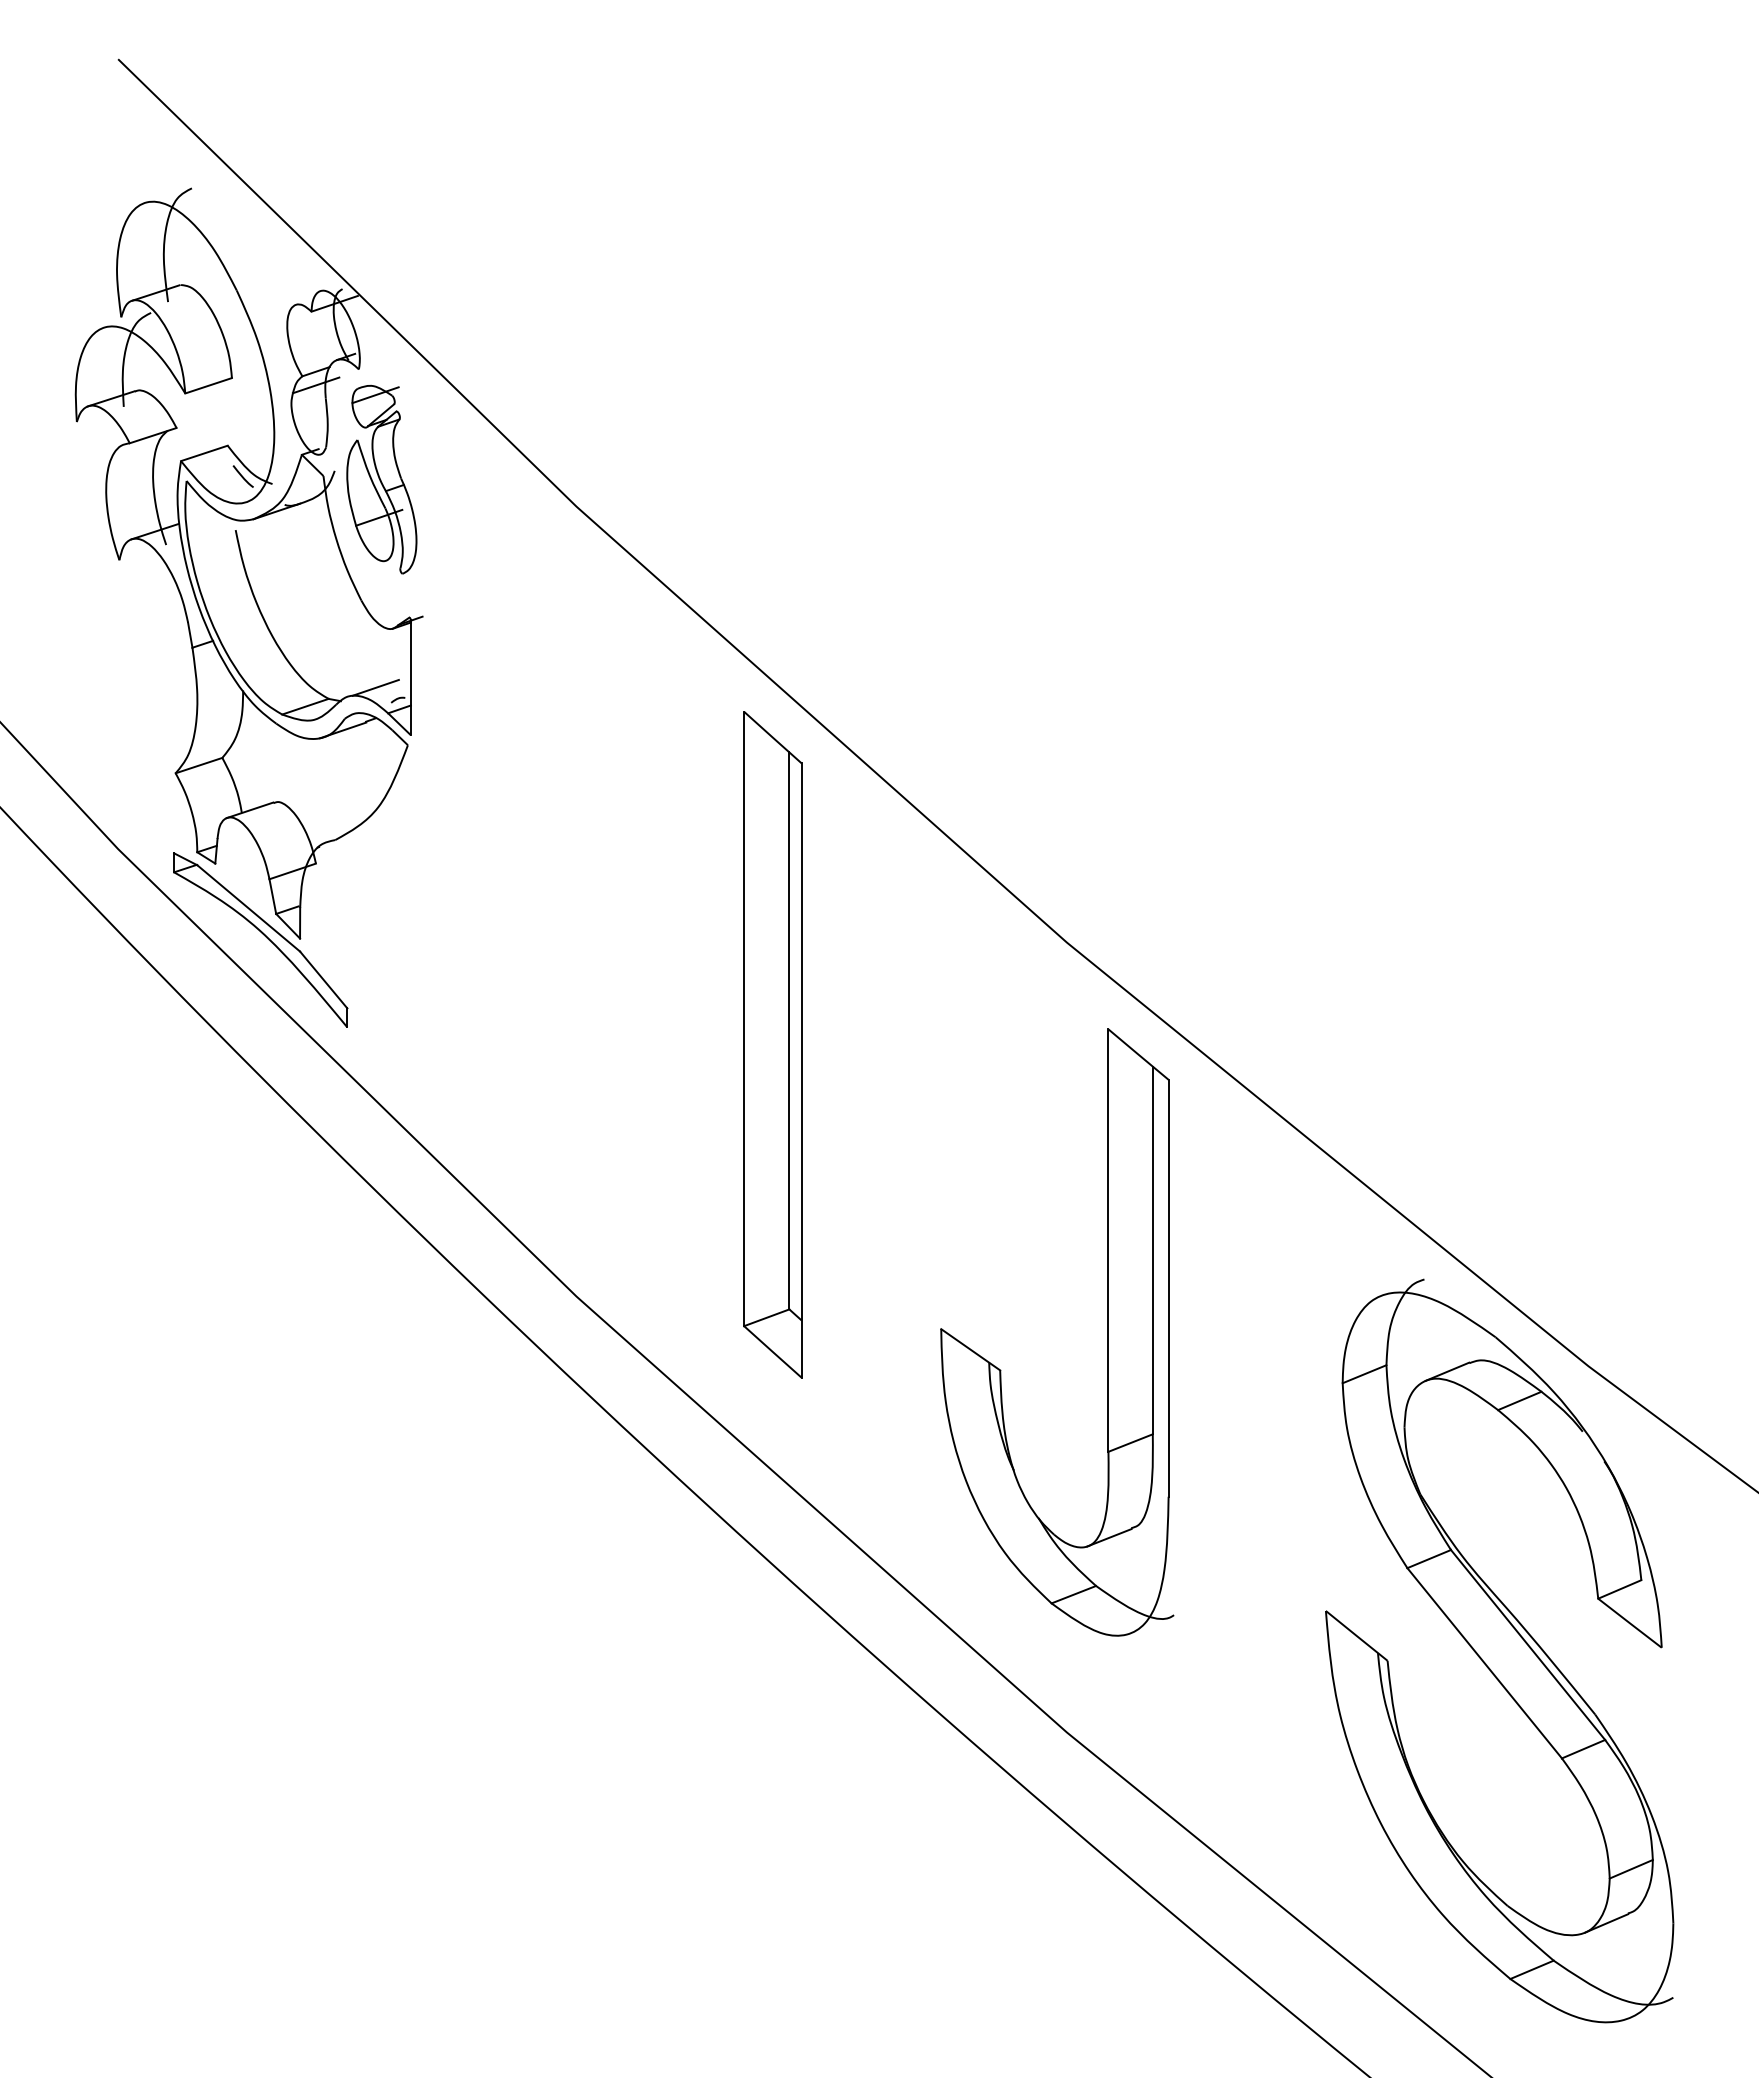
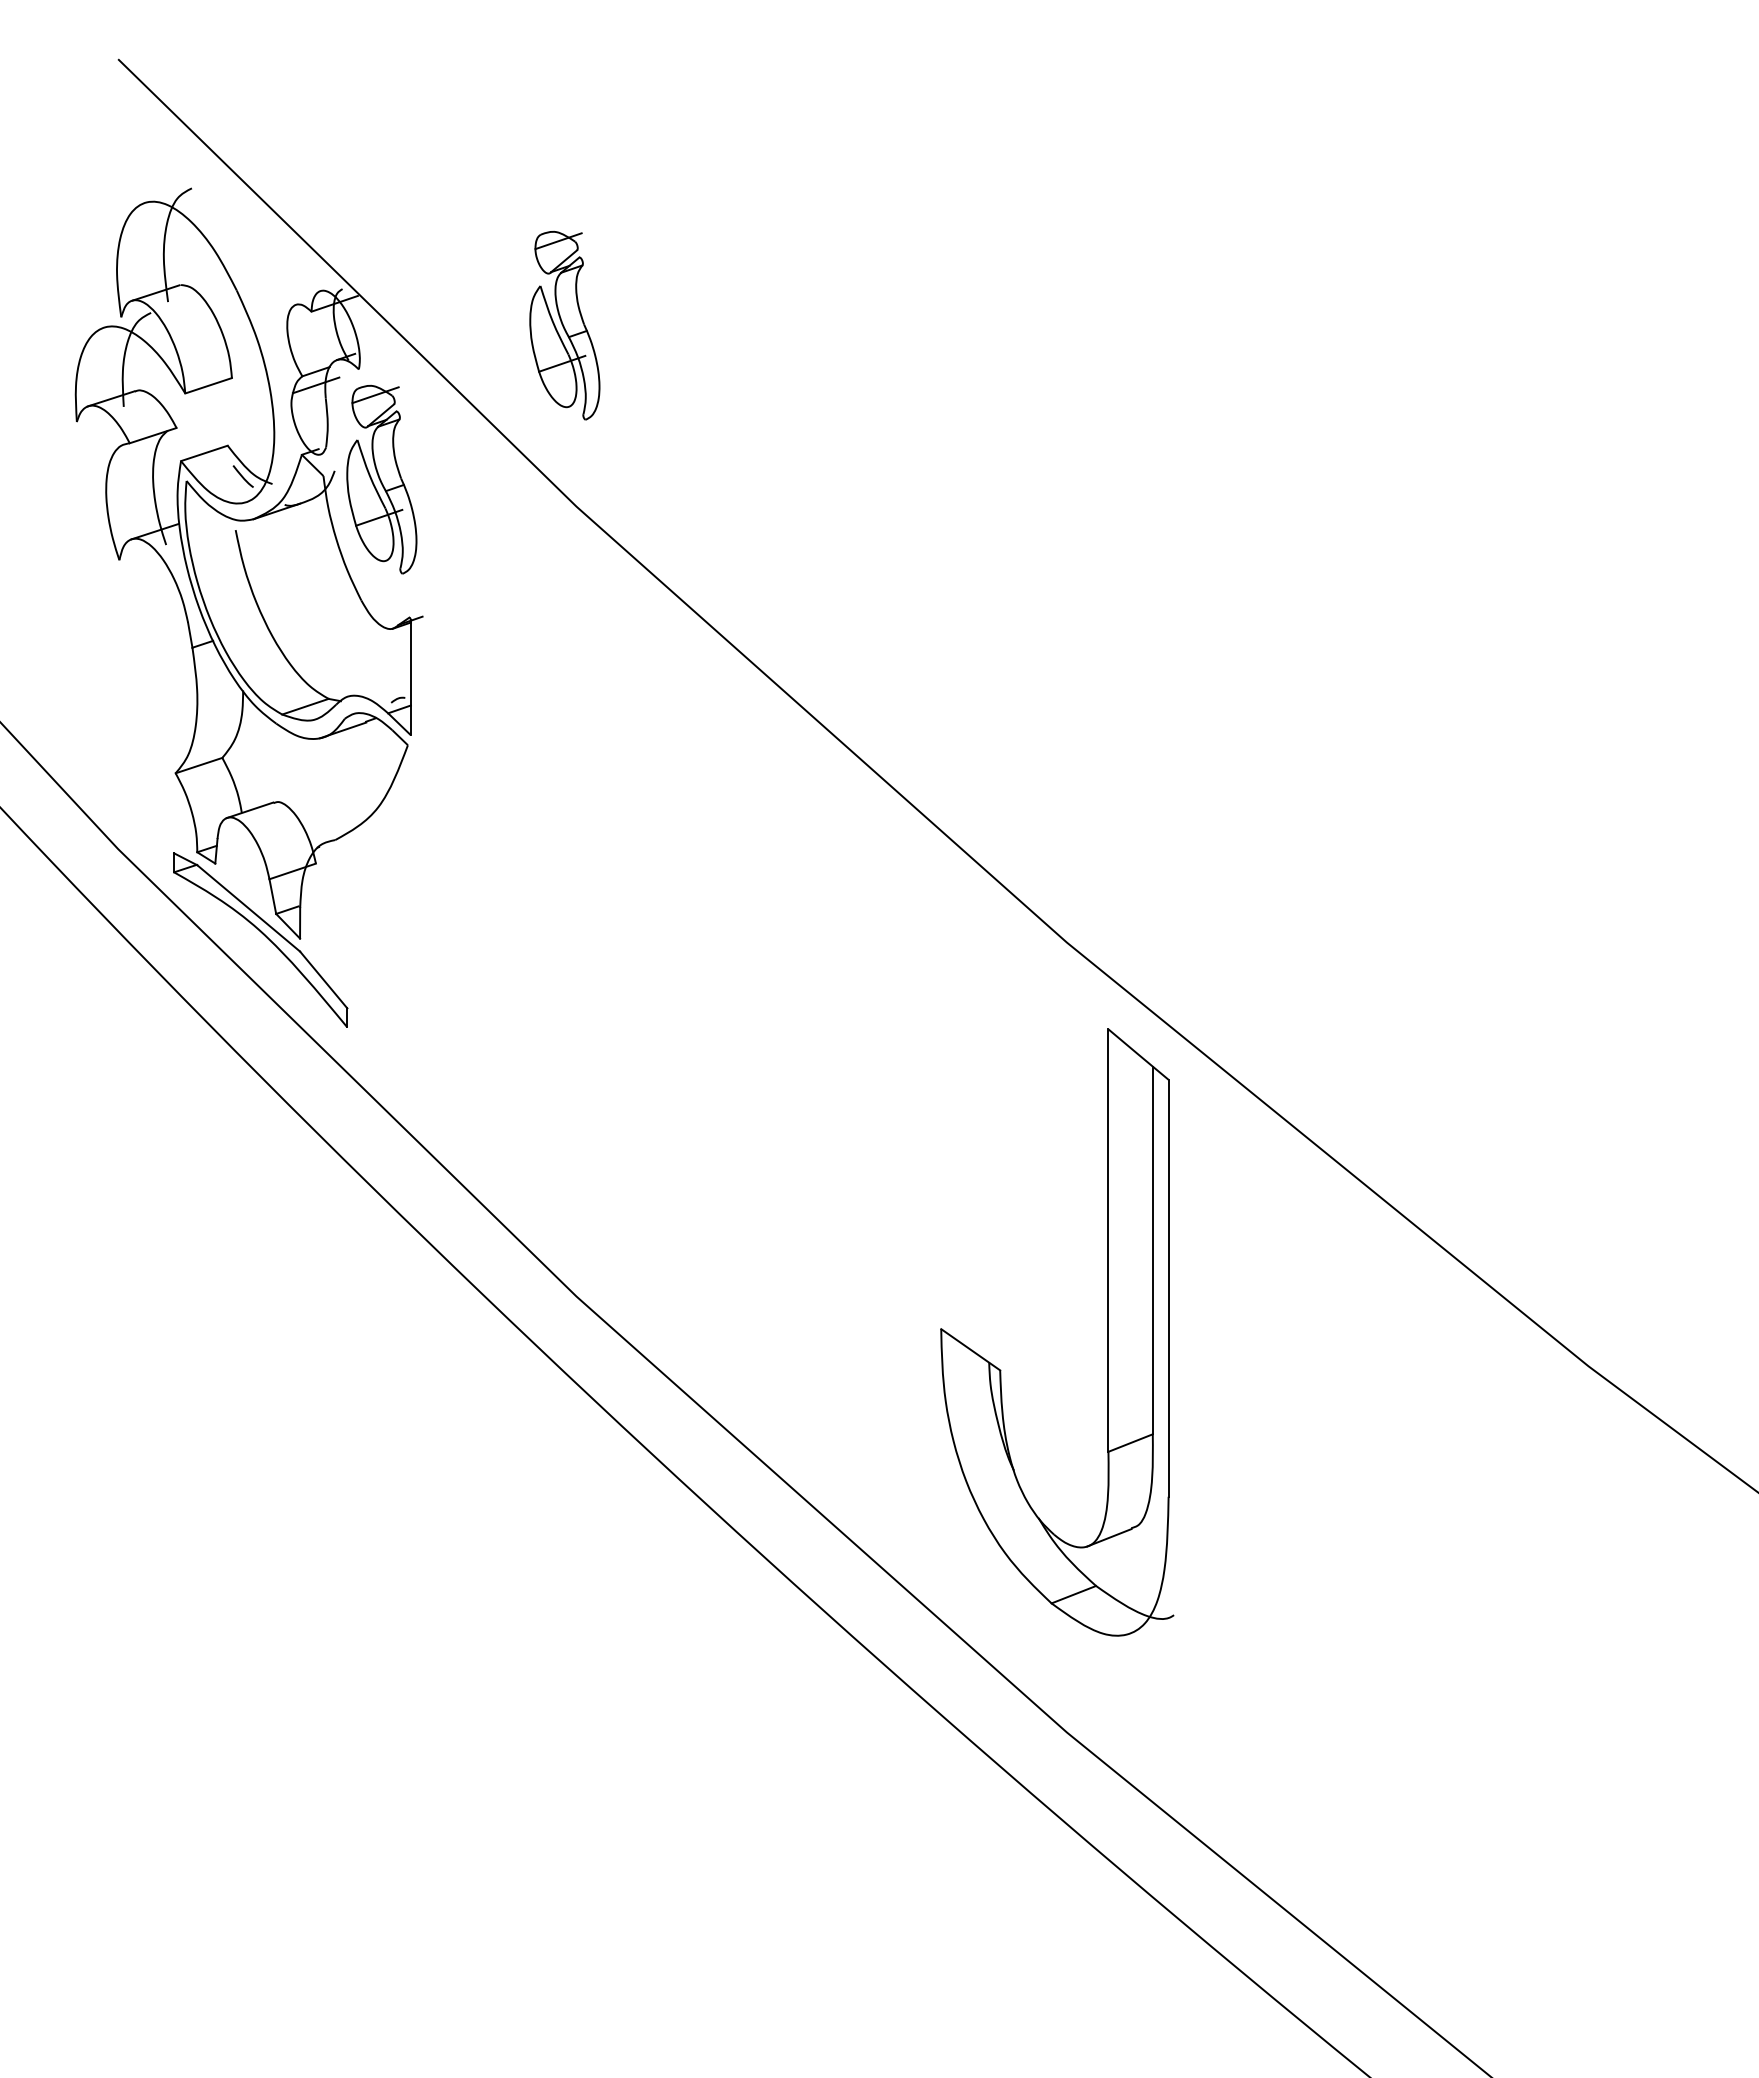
part at (564, 325): none -> present
line at (375, 687): present -> none
part at (772, 1044): present -> none
part at (1499, 1650): present -> none
